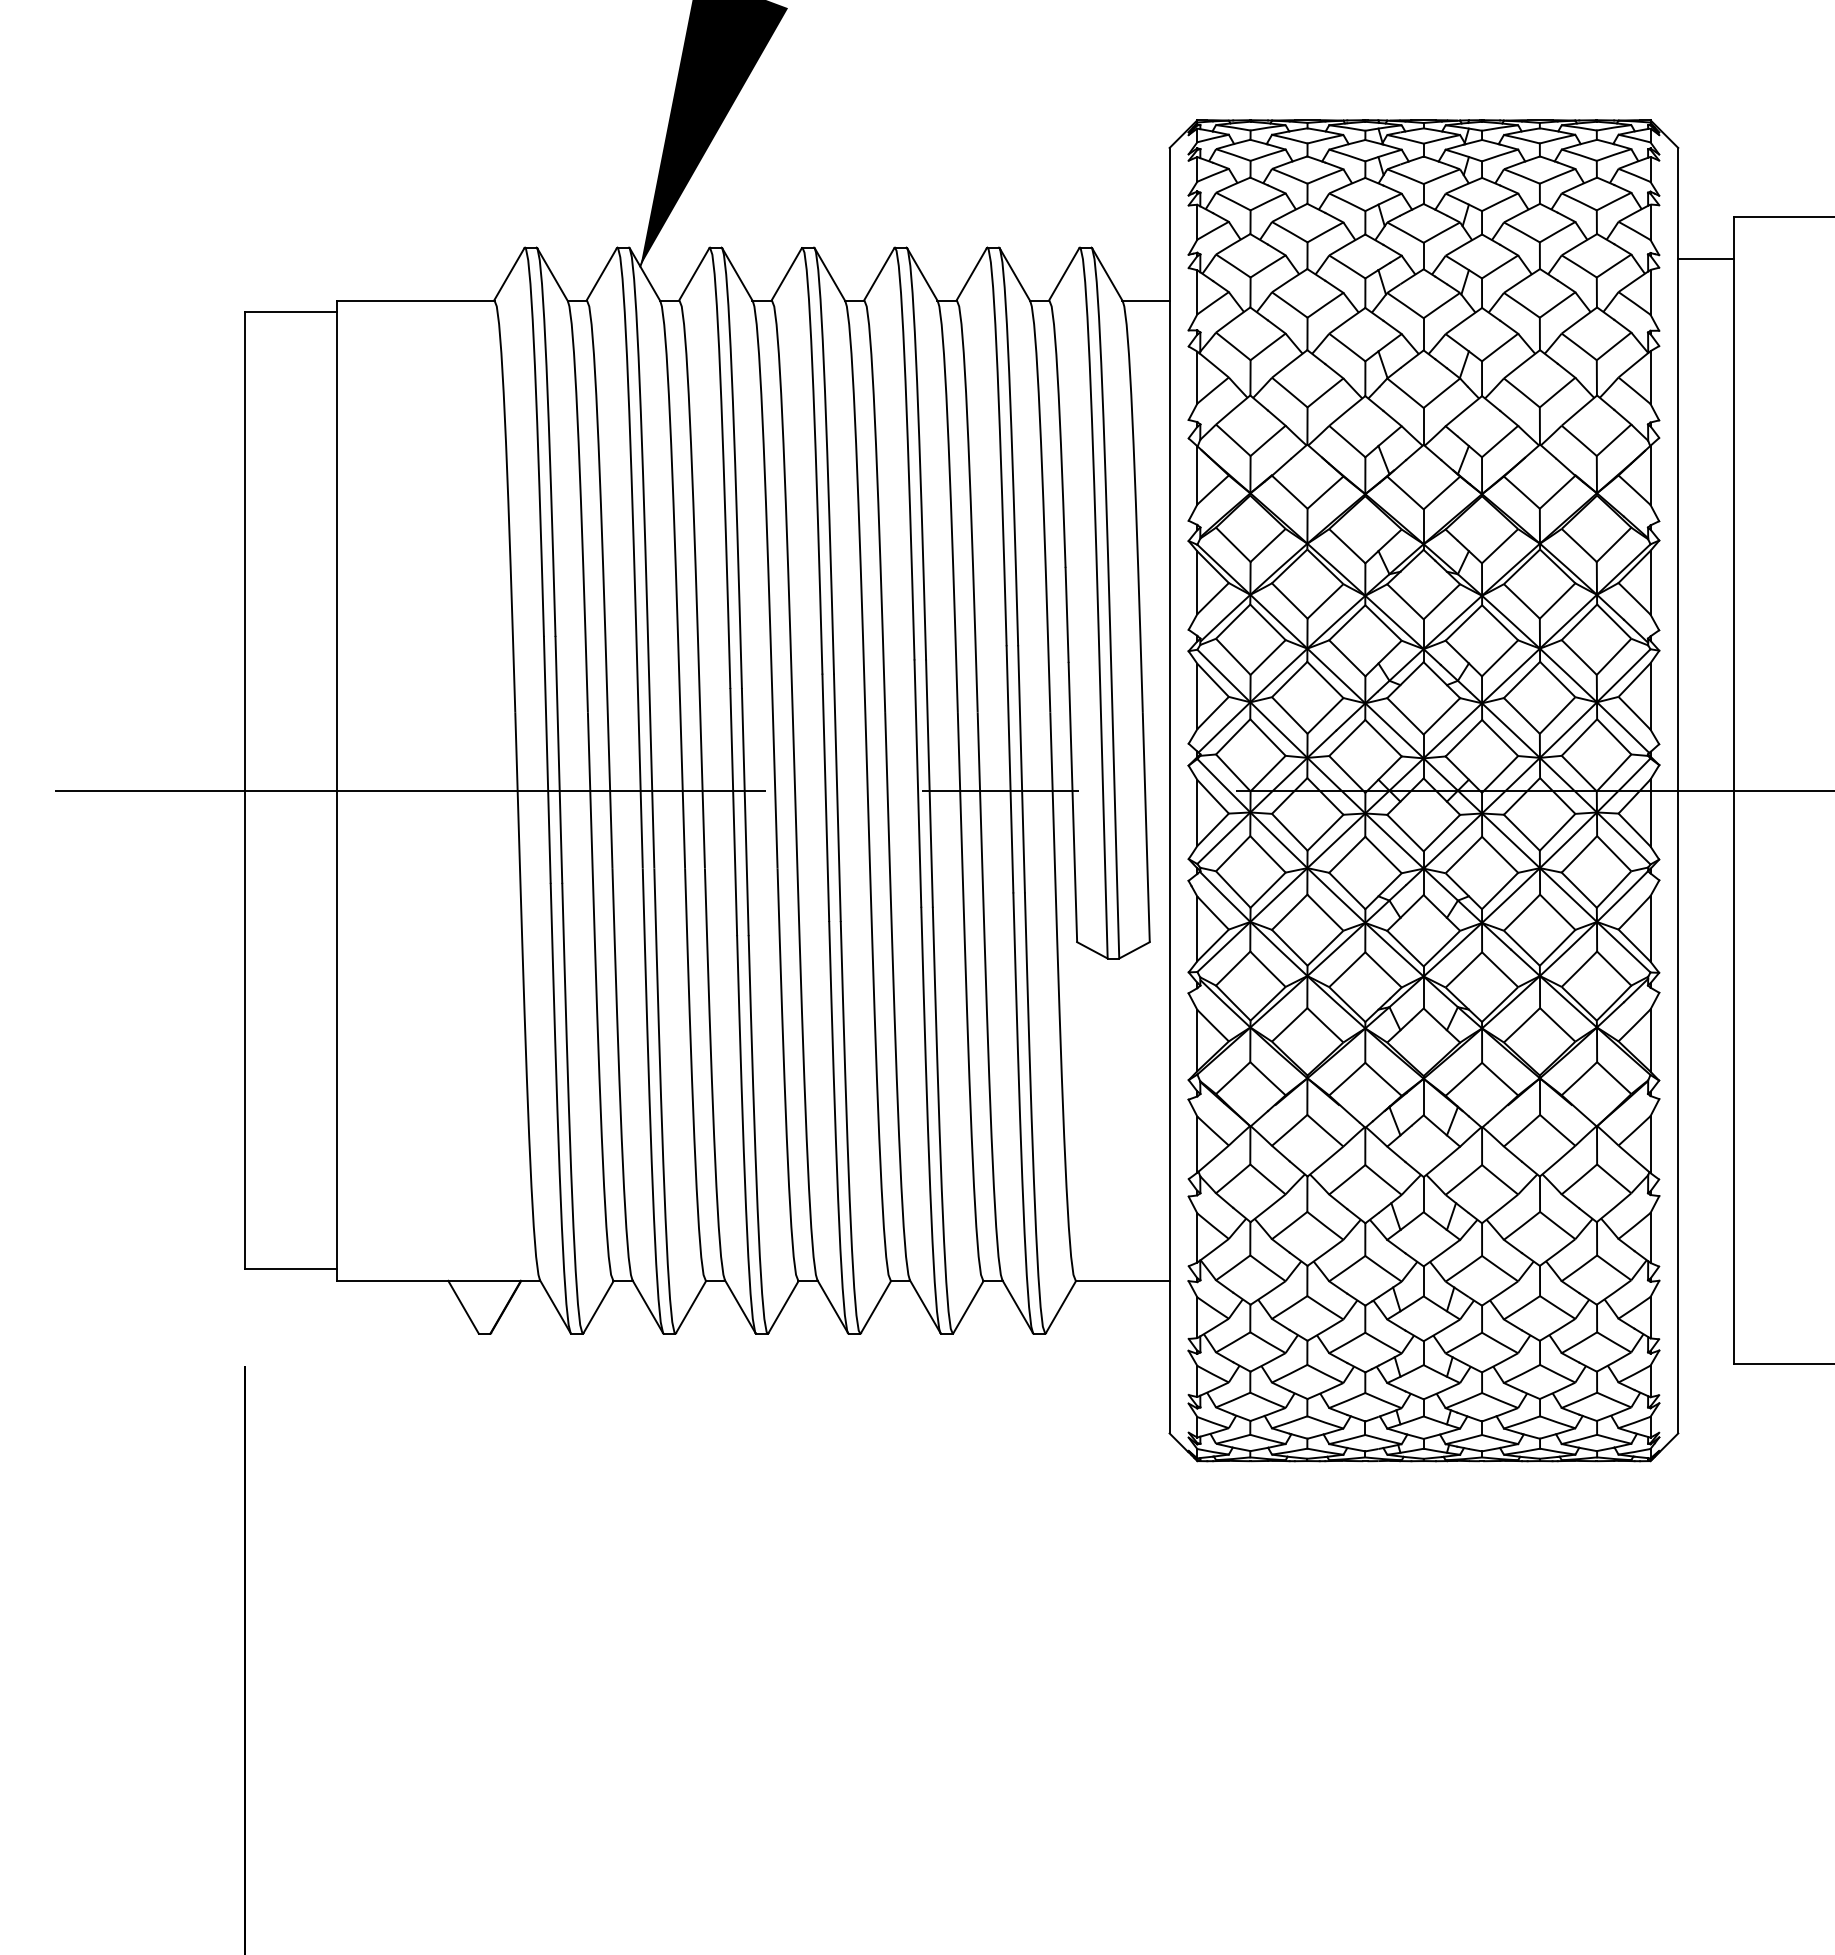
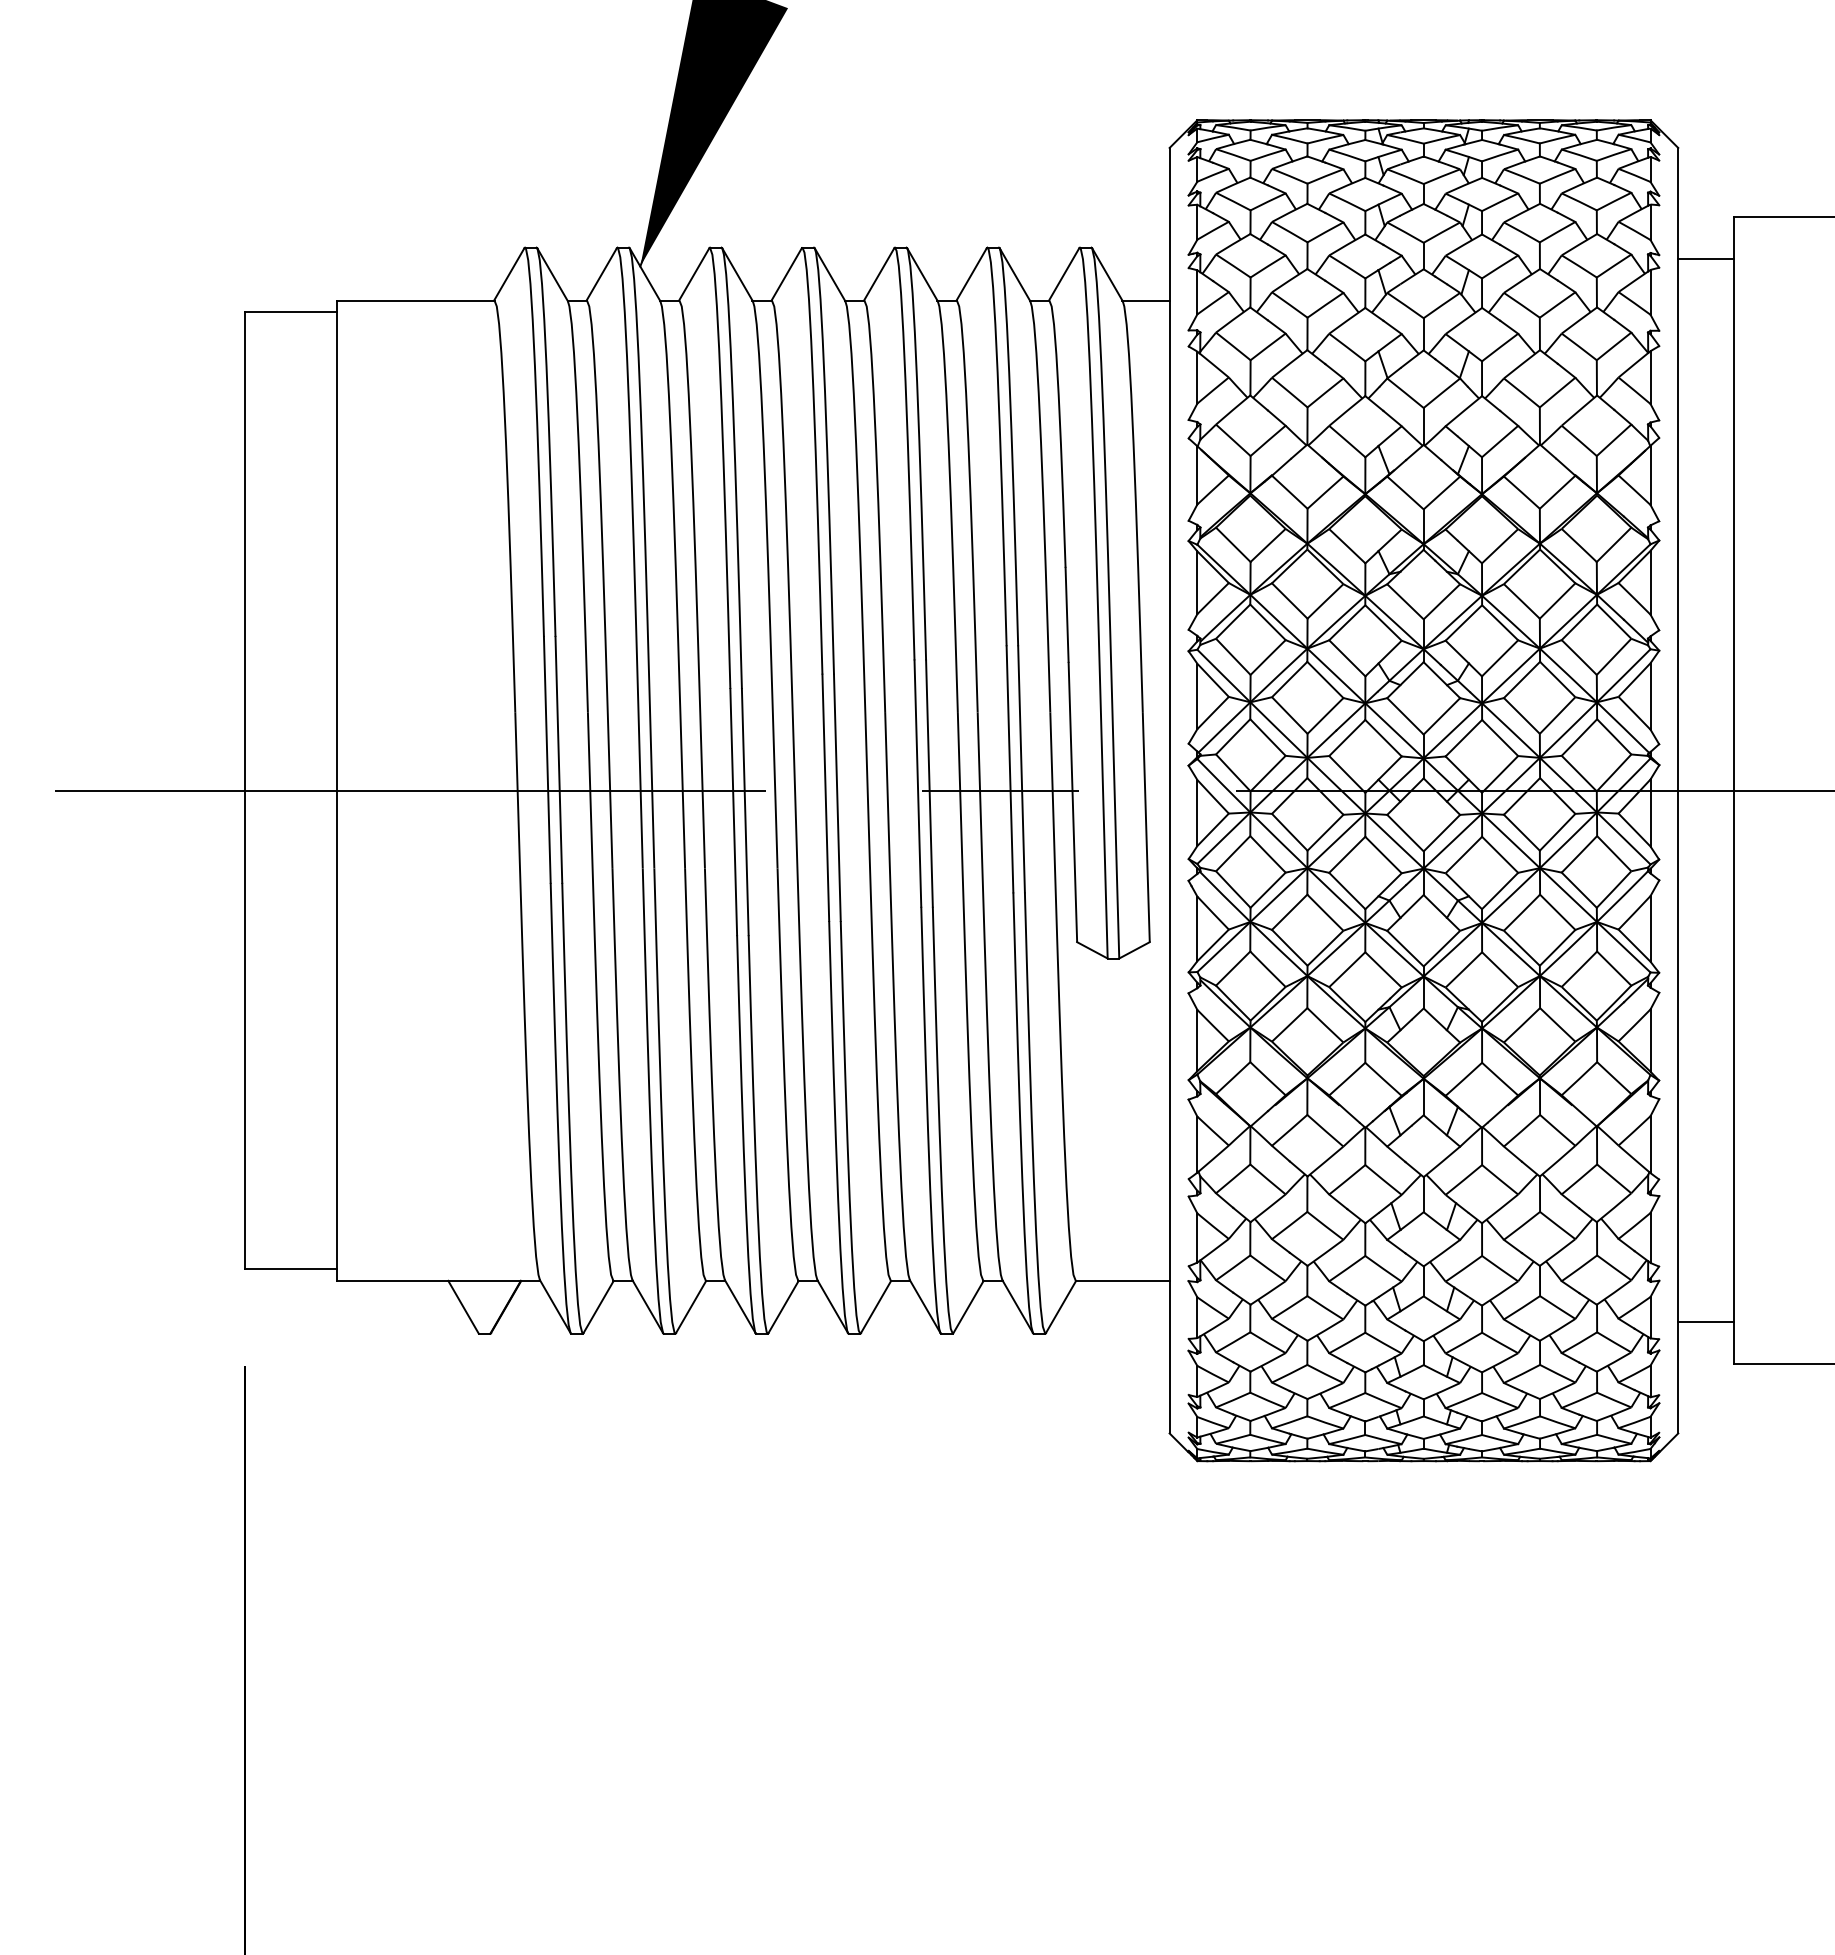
line at (1705, 1322): none -> present
